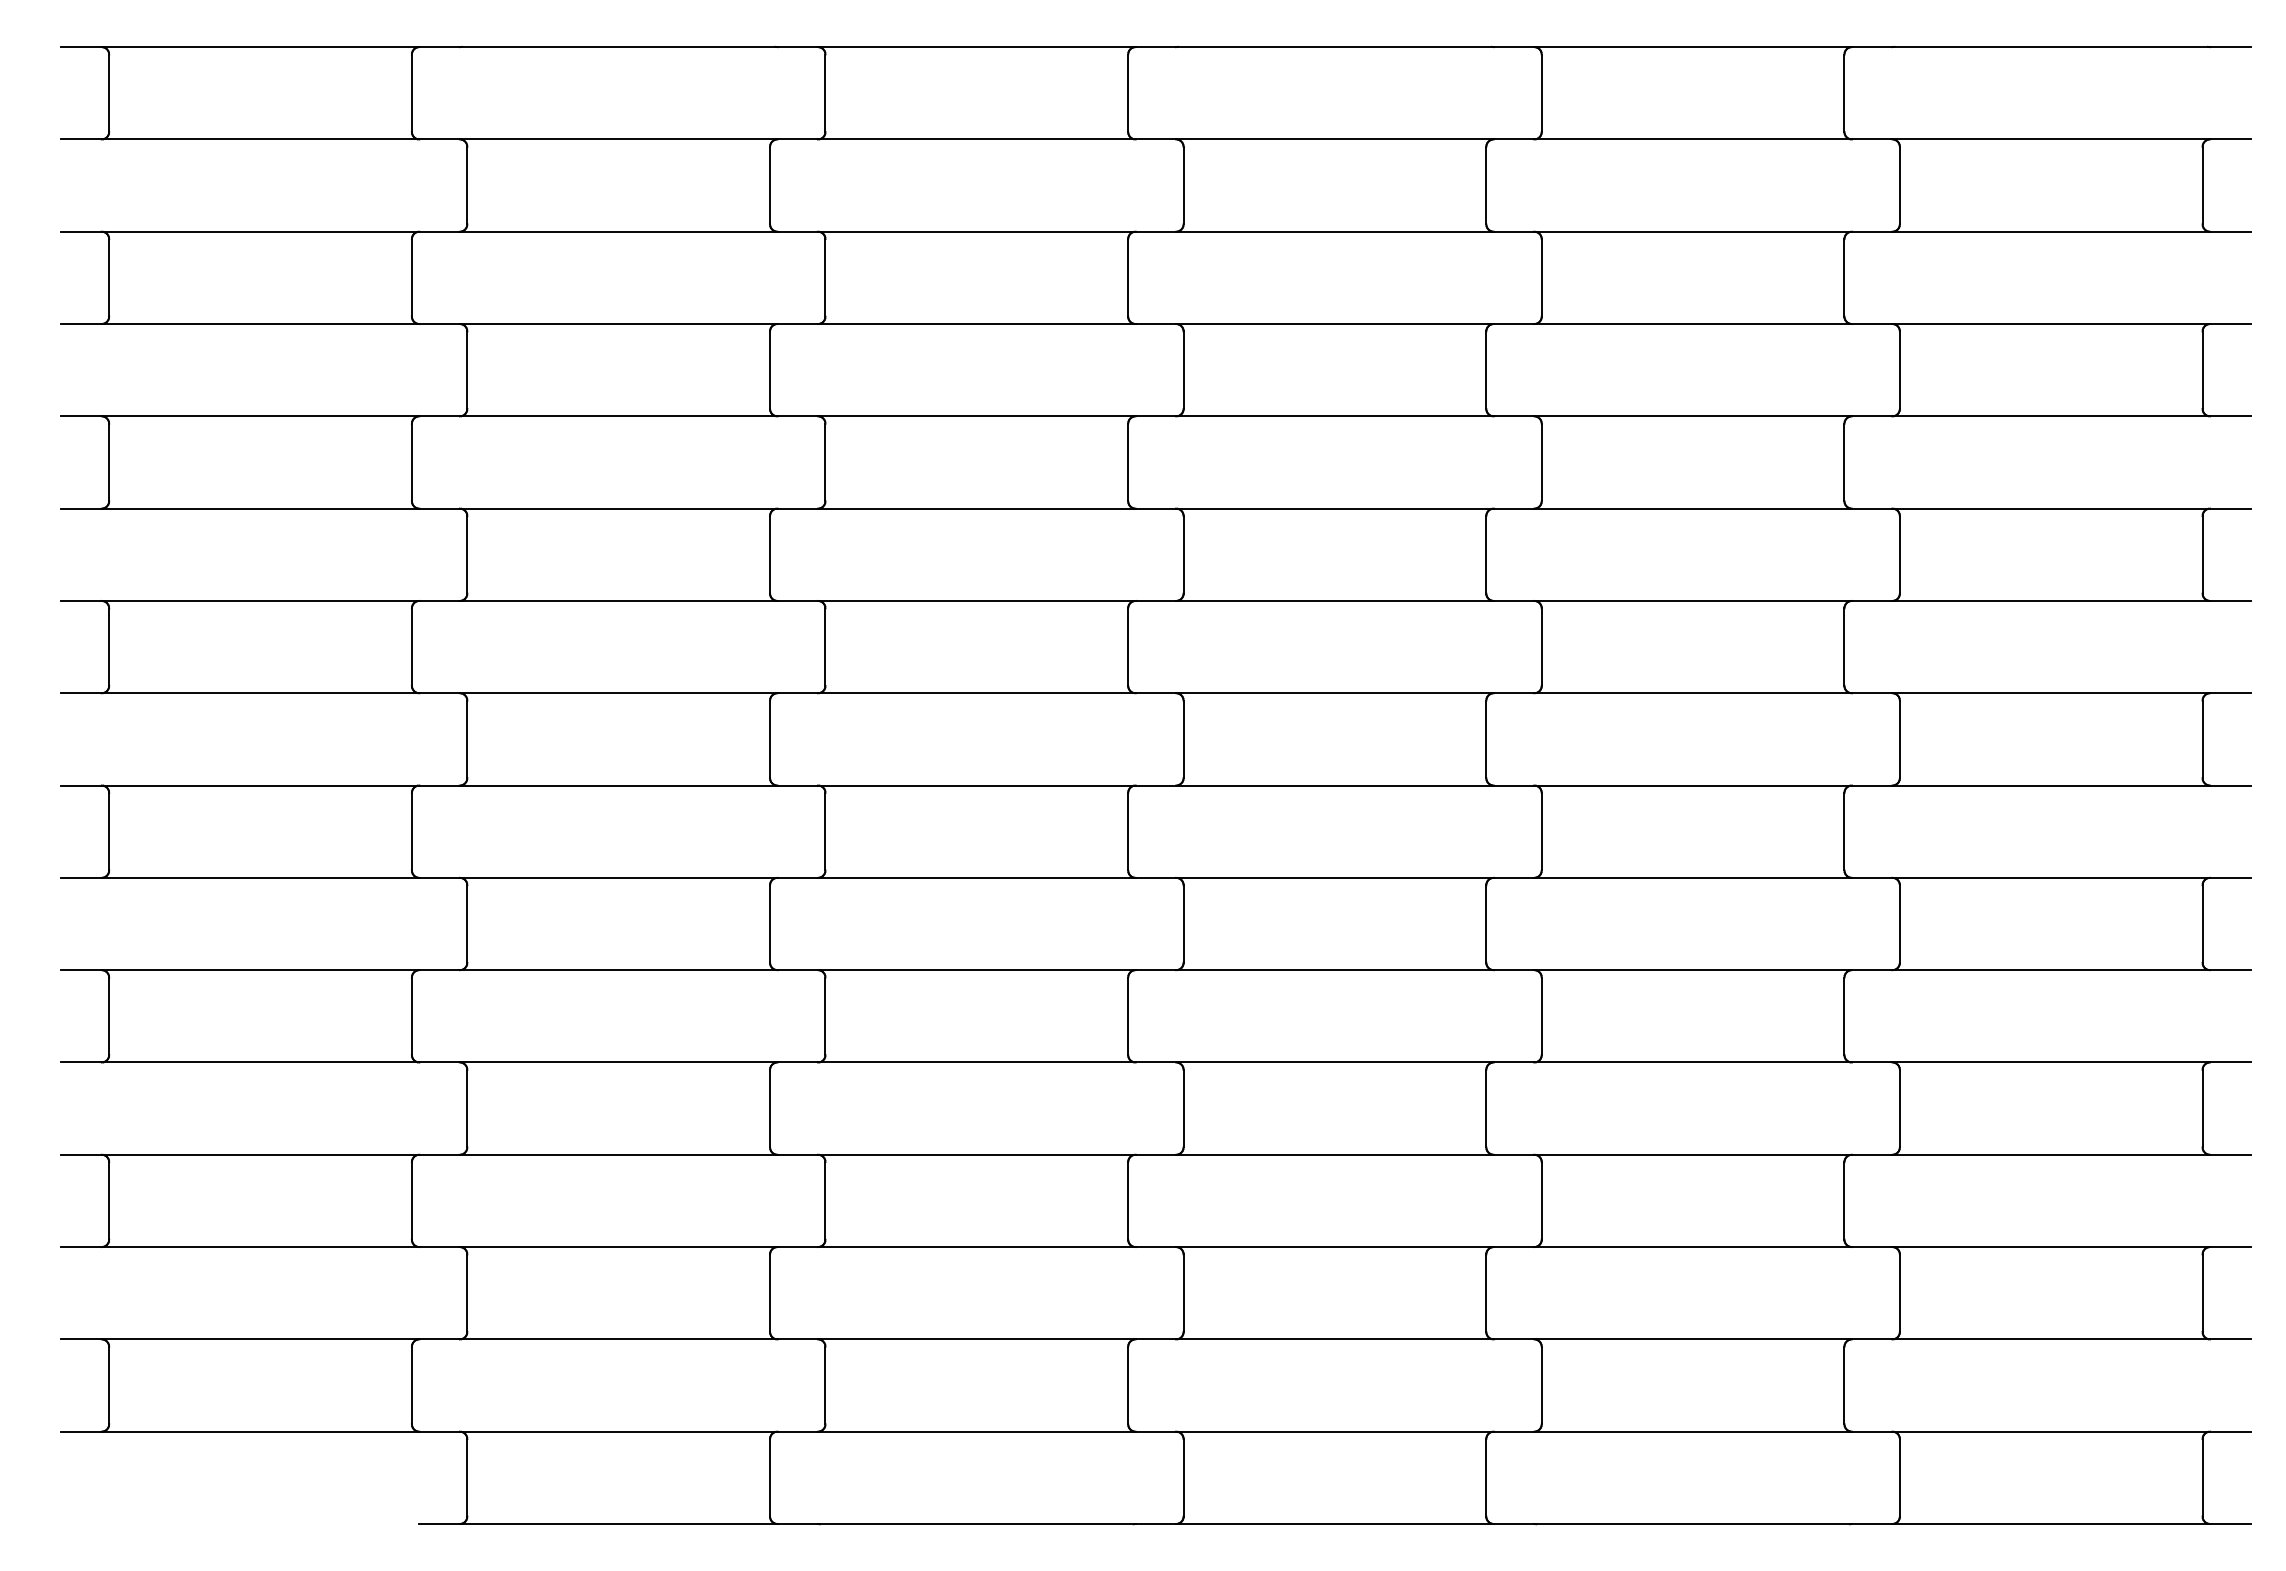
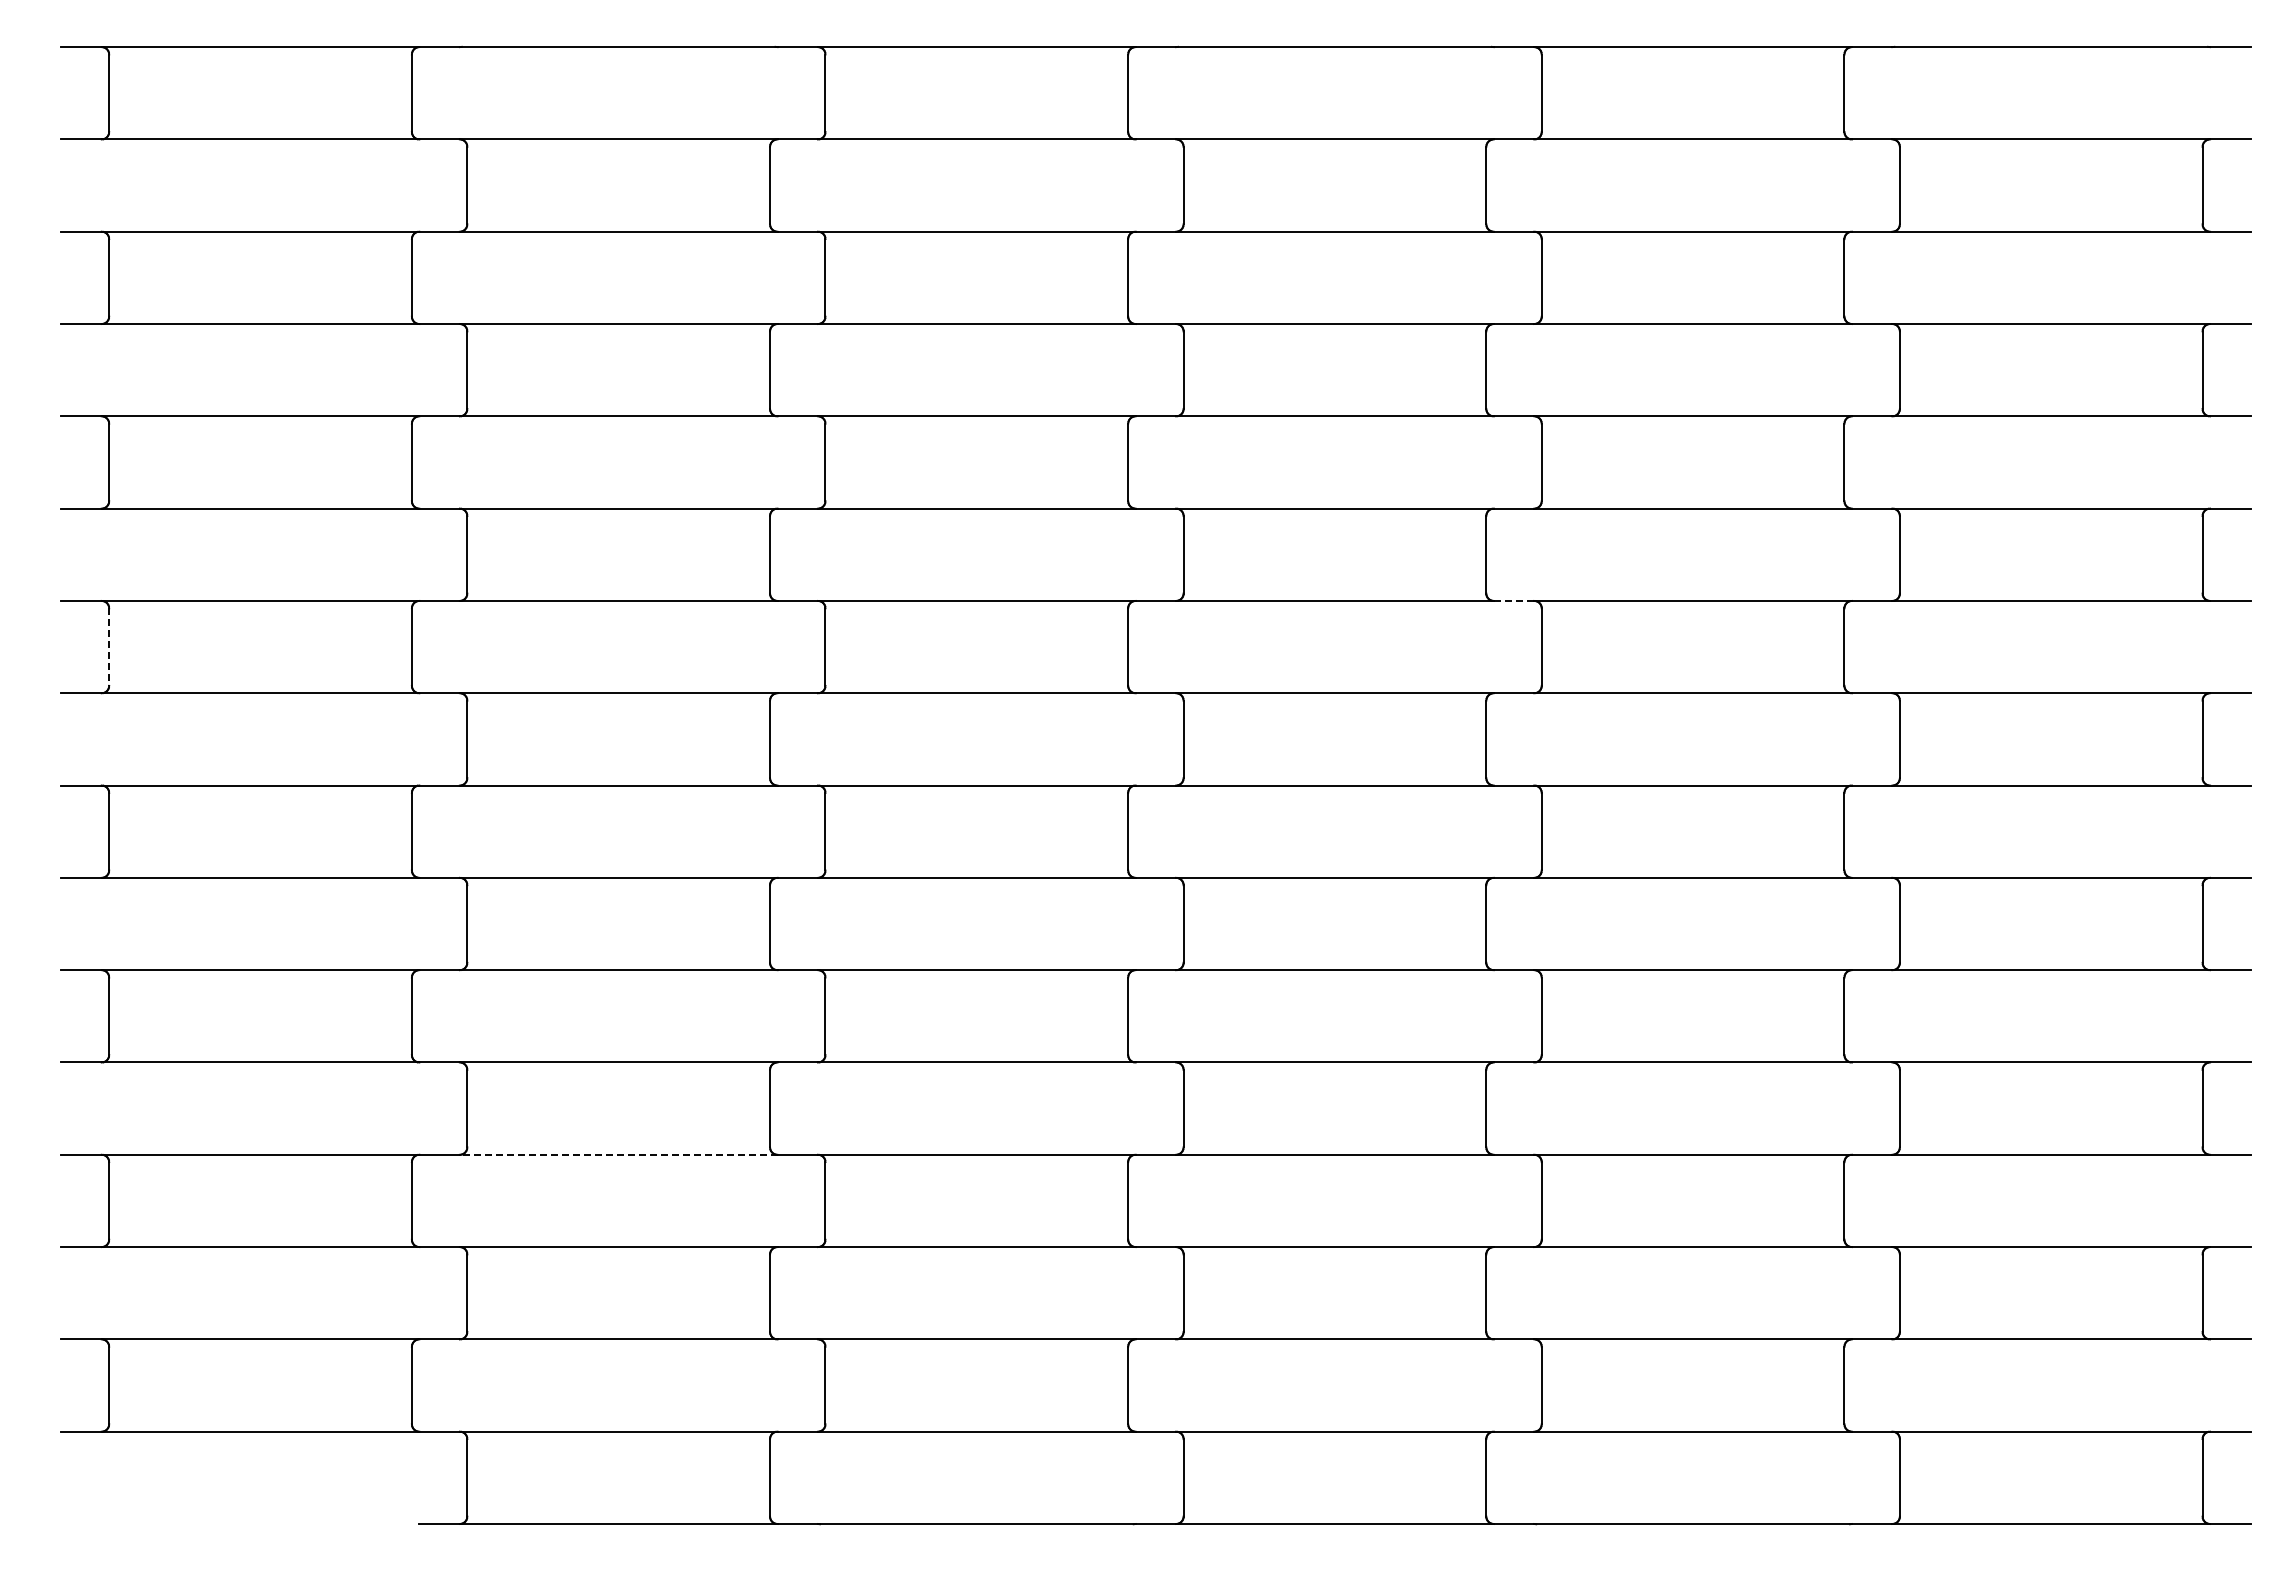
line at (1514, 600): solid -> dashed
line at (109, 647): solid -> dashed
line at (618, 1154): solid -> dashed
